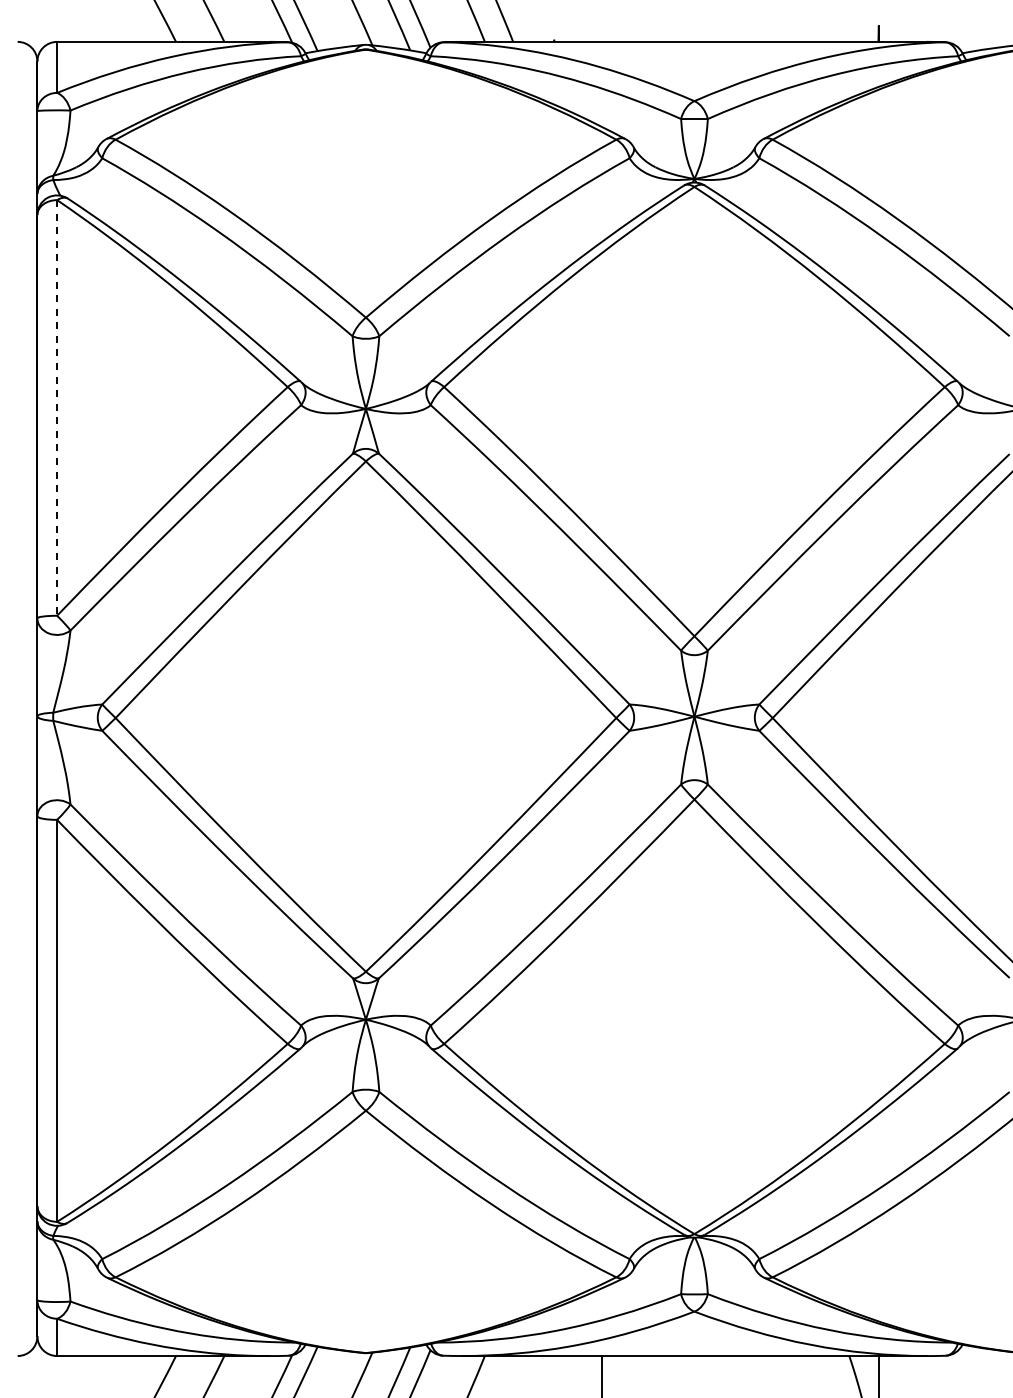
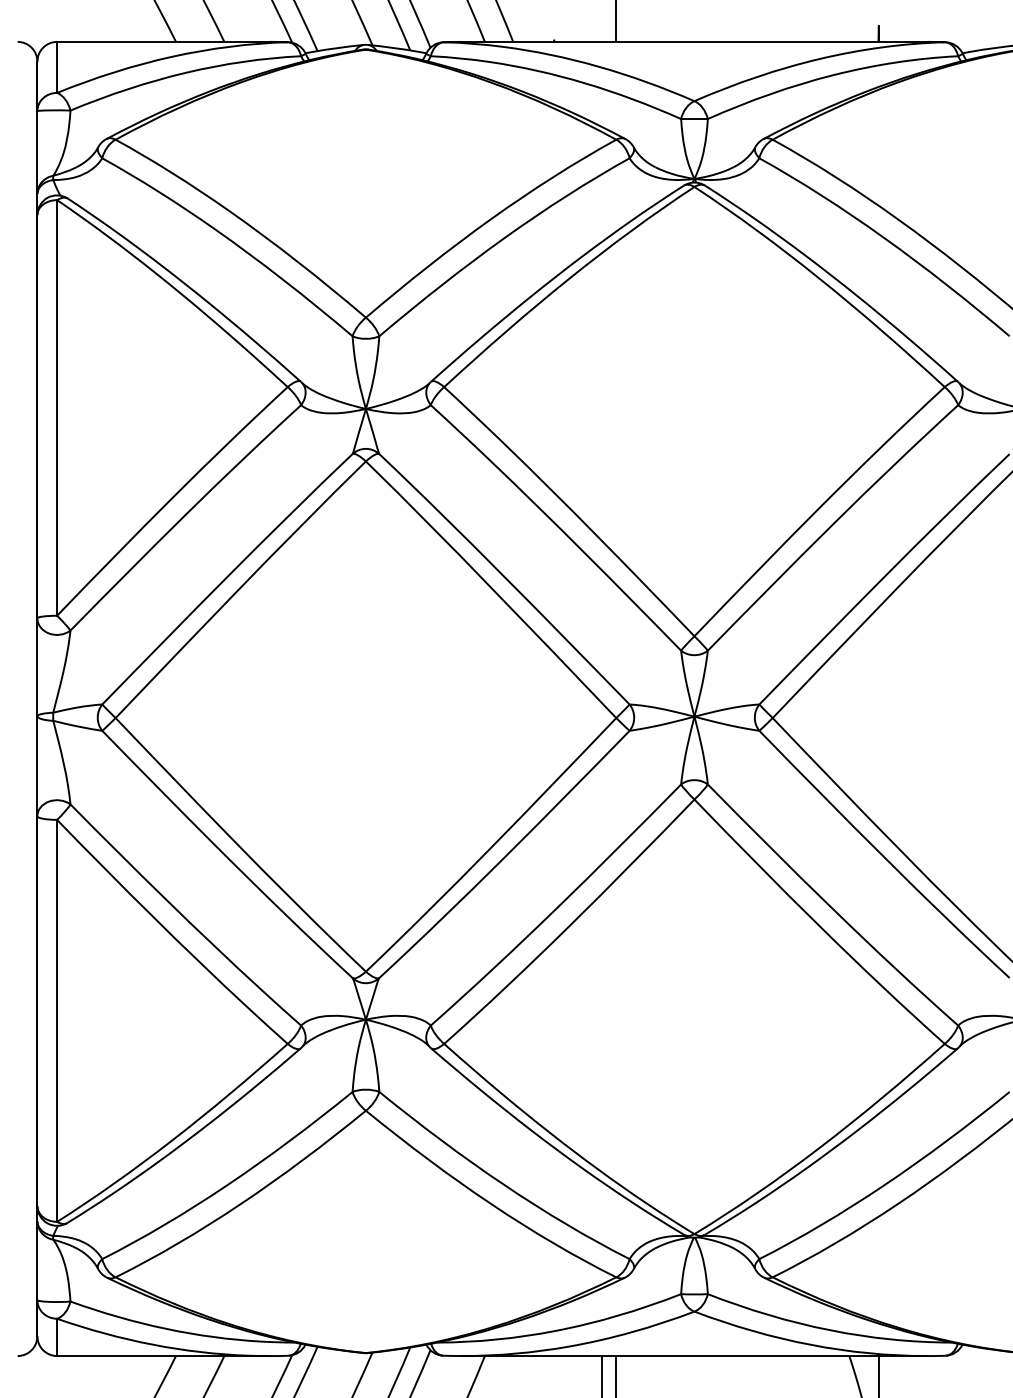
line at (615, 21): none -> present
line at (57, 407): dashed -> solid
line at (615, 1375): none -> present
